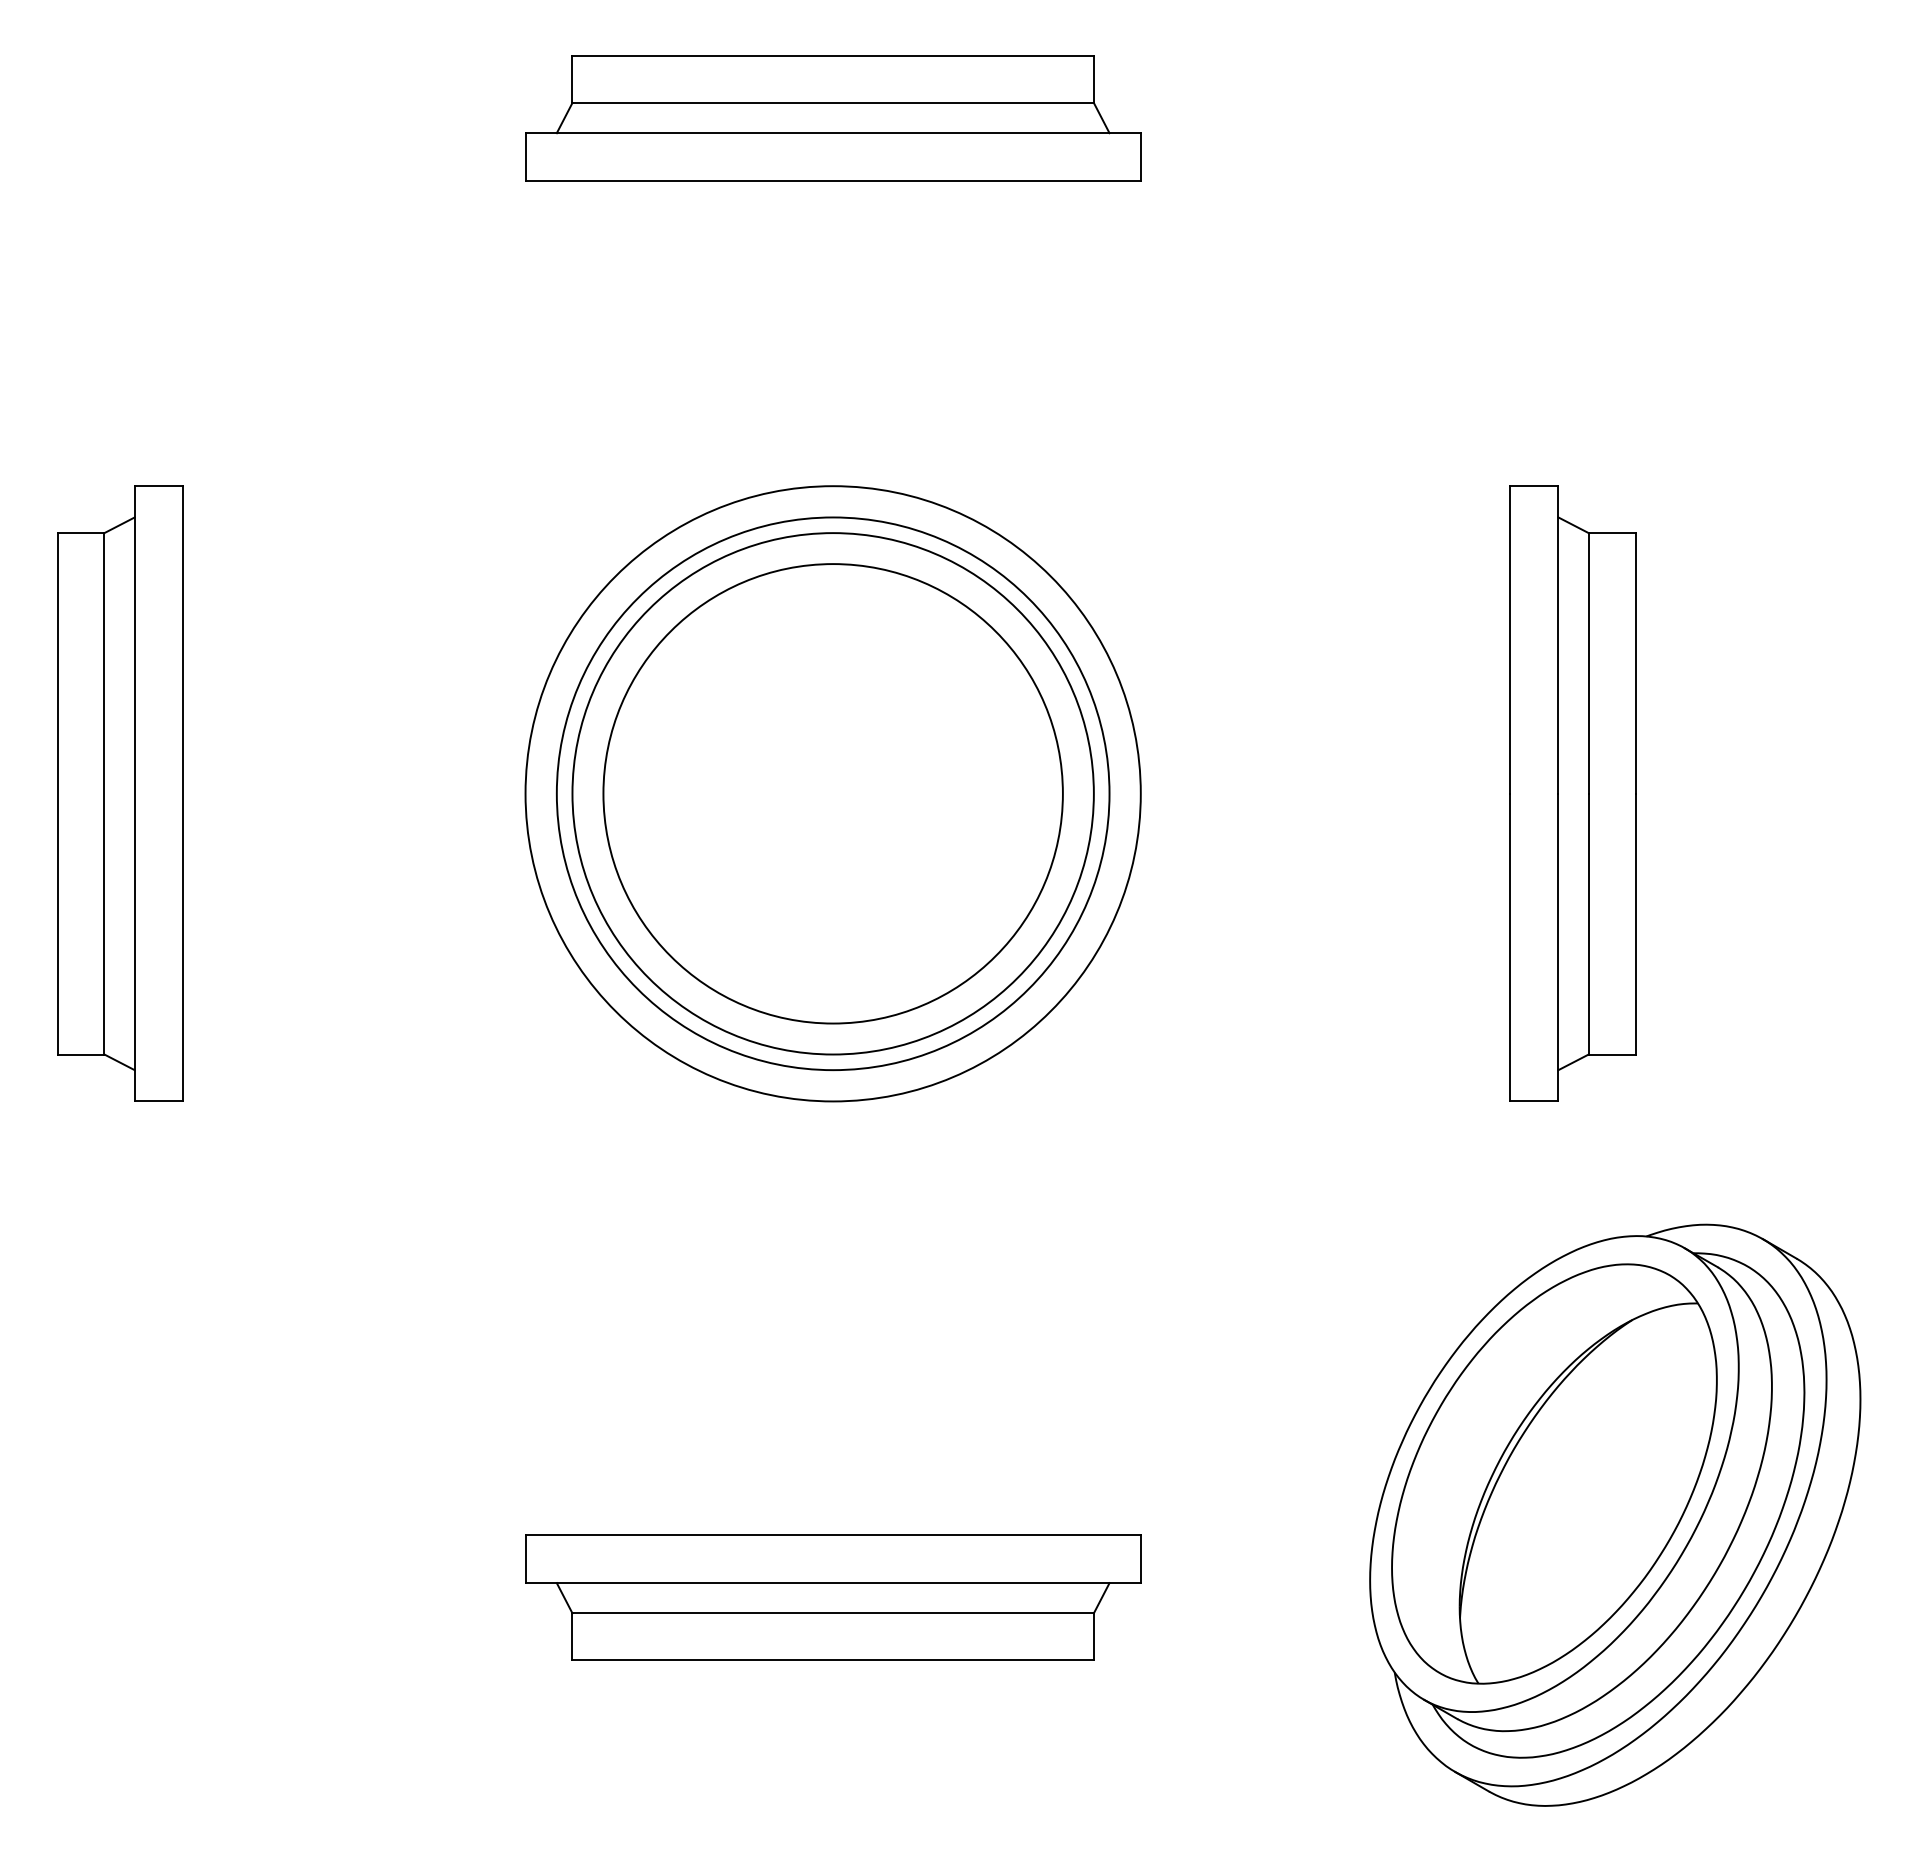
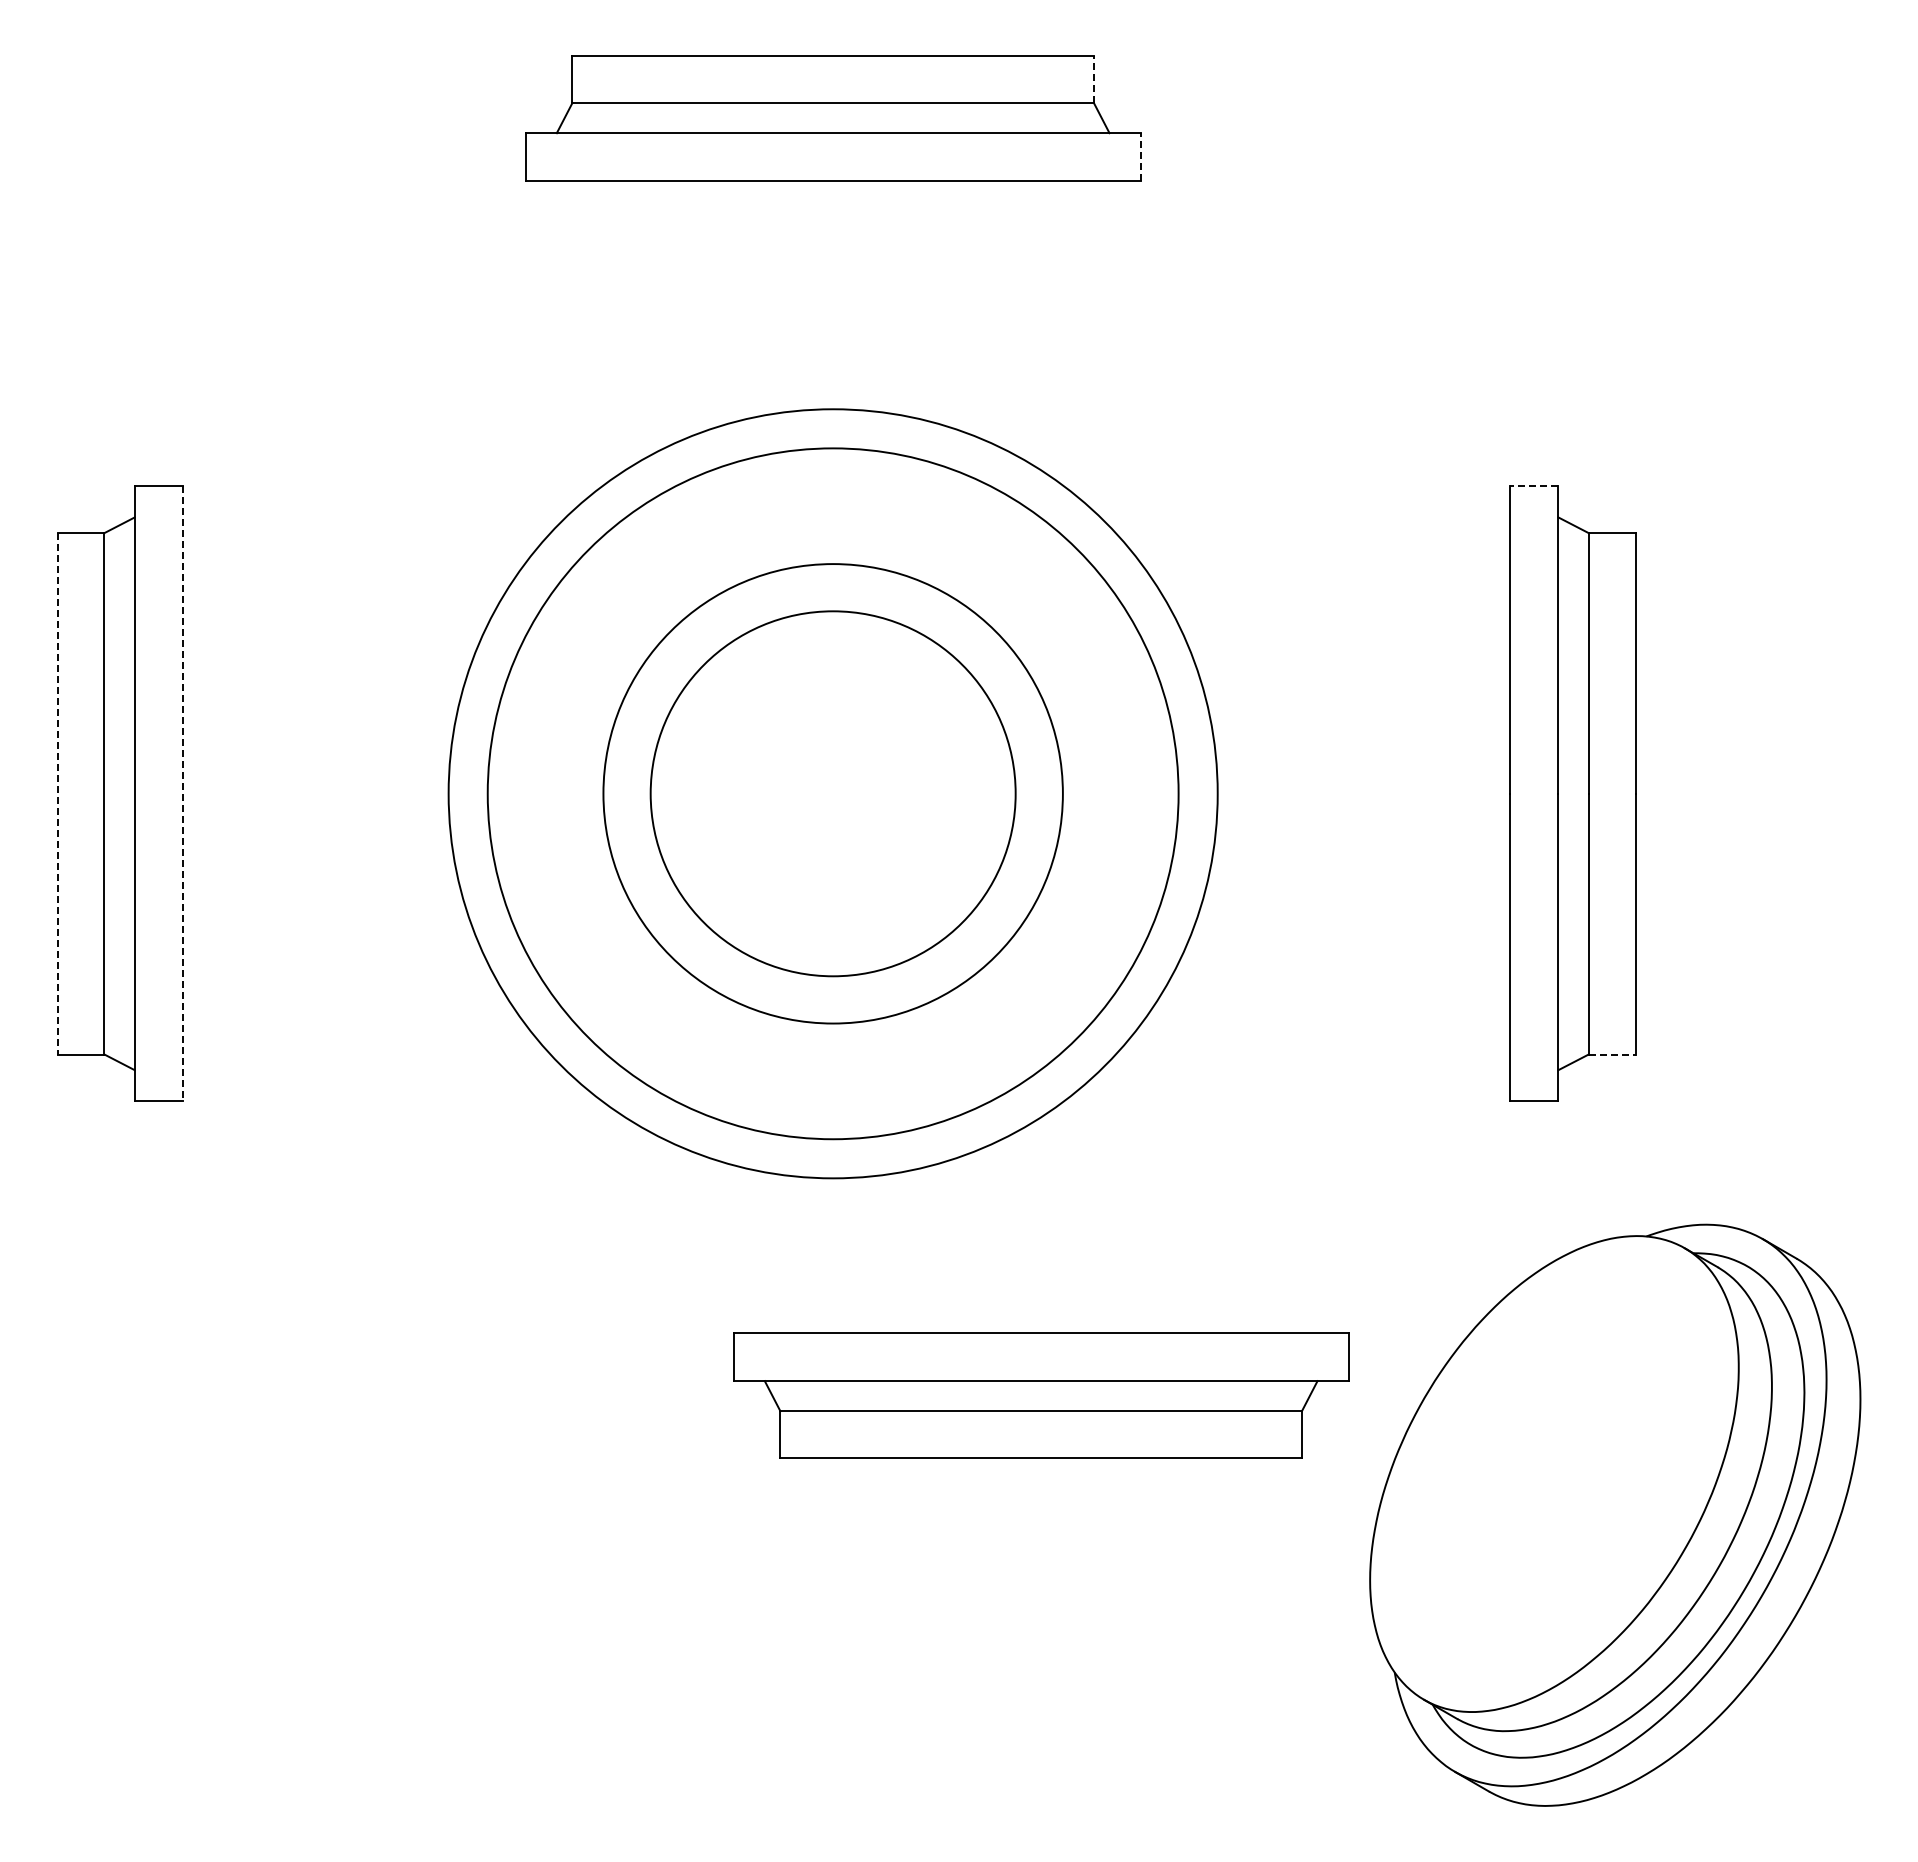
line at (1093, 78): solid -> dashed
line at (1140, 157): solid -> dashed
line at (1534, 486): solid -> dashed
line at (57, 793): solid -> dashed
line at (182, 793): solid -> dashed
circle at (832, 793) diameter: 521 px -> 365 px
circle at (832, 793) diameter: 553 px -> 691 px
circle at (832, 793) diameter: 615 px -> 769 px
line at (1612, 1054): solid -> dashed
part at (1554, 1473): present -> none
part at (833, 1597) position: (833, 1597) -> (1041, 1395)
